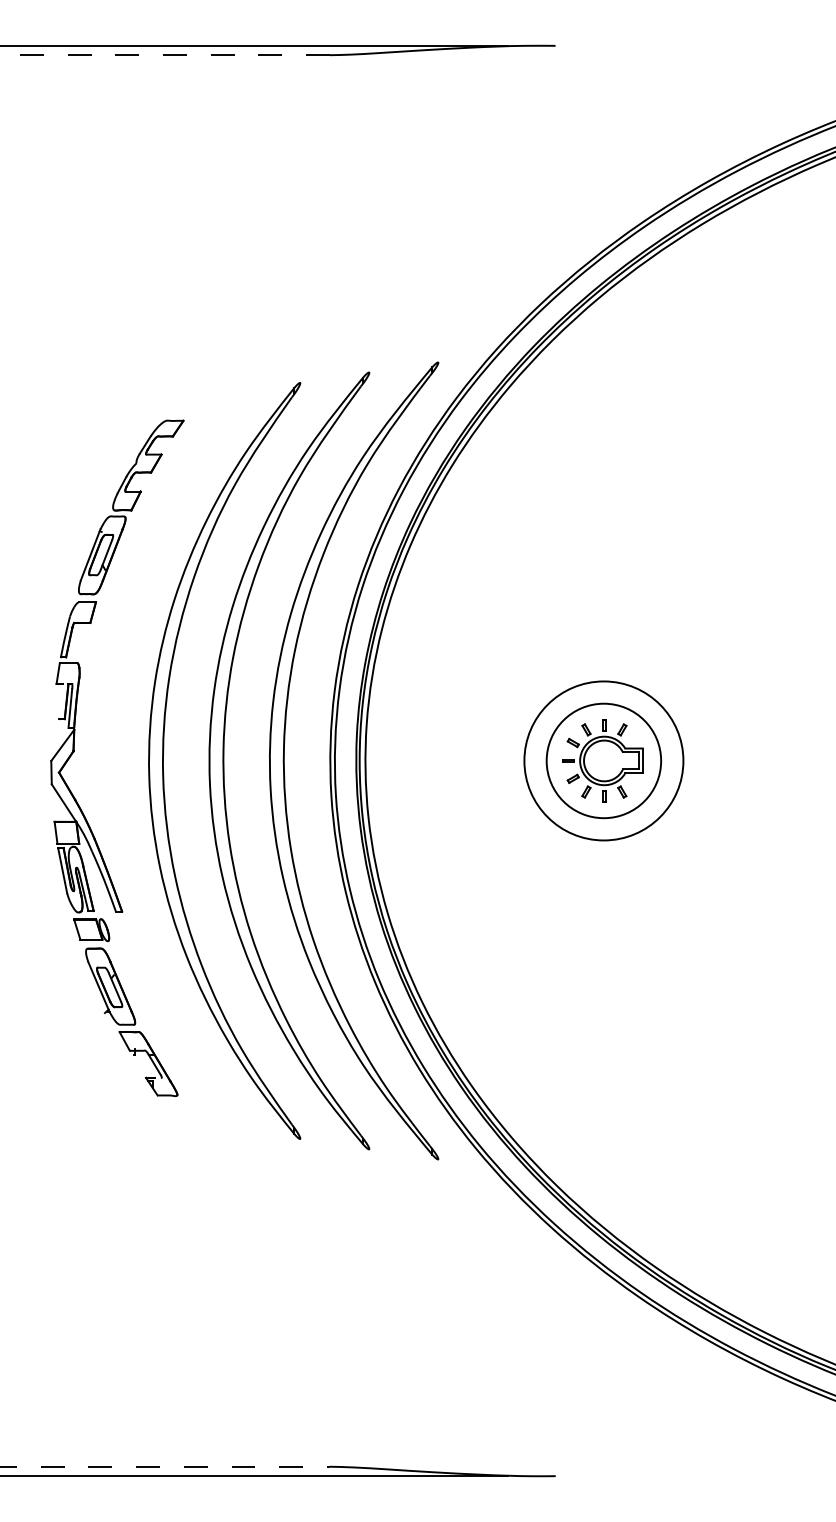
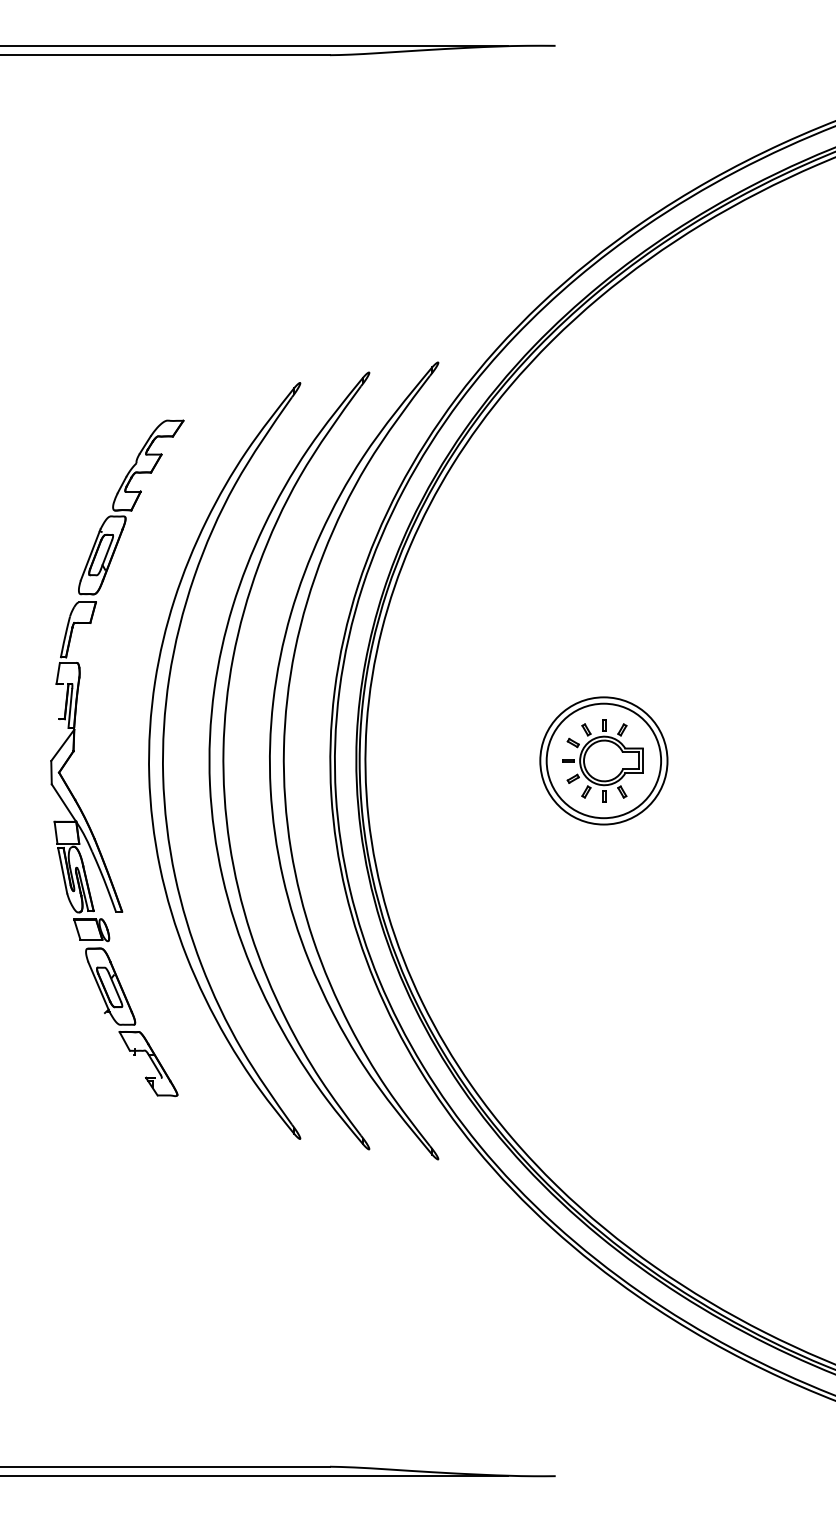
line at (165, 55): dashed -> solid
circle at (603, 760) diameter: 159 px -> 127 px
line at (165, 1466): dashed -> solid
